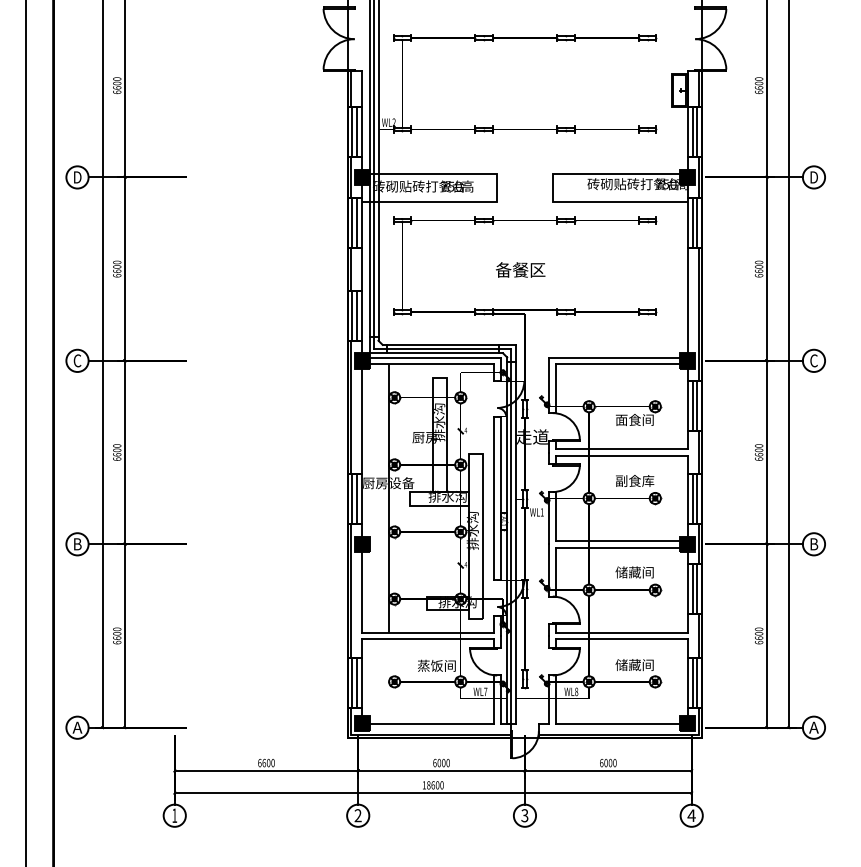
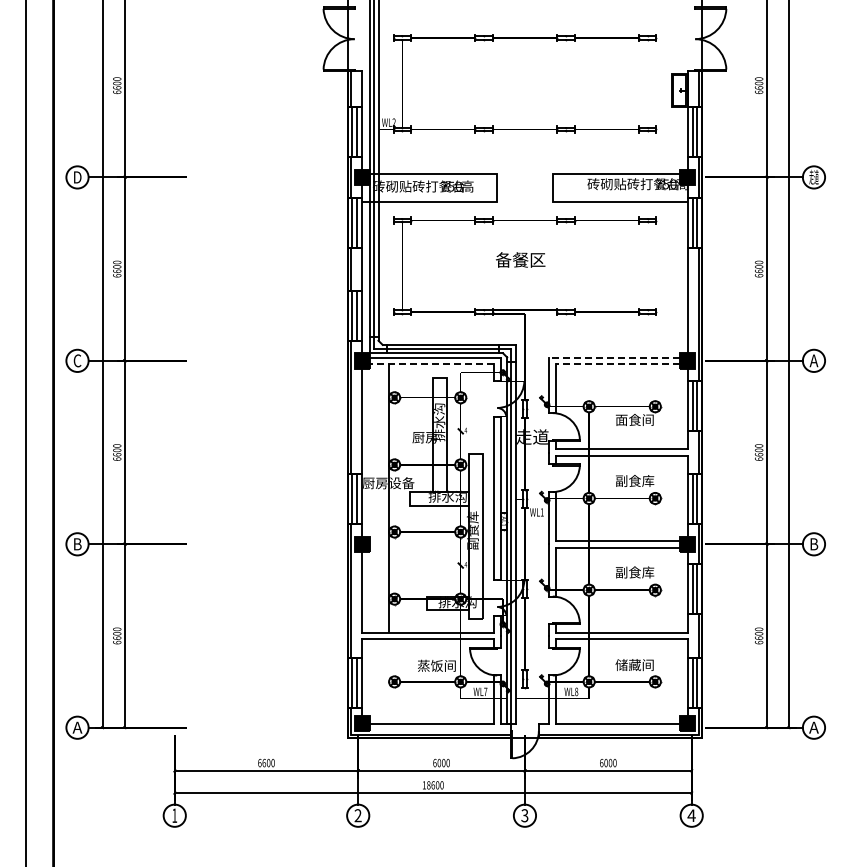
text at (813, 176): D -> 走道
text at (520, 269) position: (520, 269) -> (520, 259)
line at (614, 357): solid -> dashed
text at (813, 360): C -> A
line at (432, 364): solid -> dashed
line at (617, 364): solid -> dashed
text at (472, 530): 排水沟 -> 副食库
text at (634, 572): 储藏间 -> 副食库
